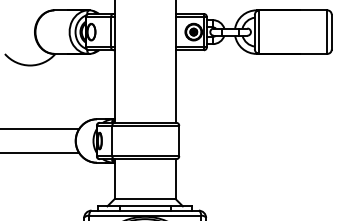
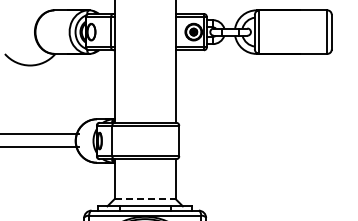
line at (40, 129) position: (40, 129) -> (40, 134)
line at (40, 152) position: (40, 152) -> (40, 146)
line at (145, 199): solid -> dashed
